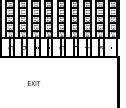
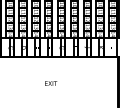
text at (34, 83) position: (34, 83) -> (51, 83)
